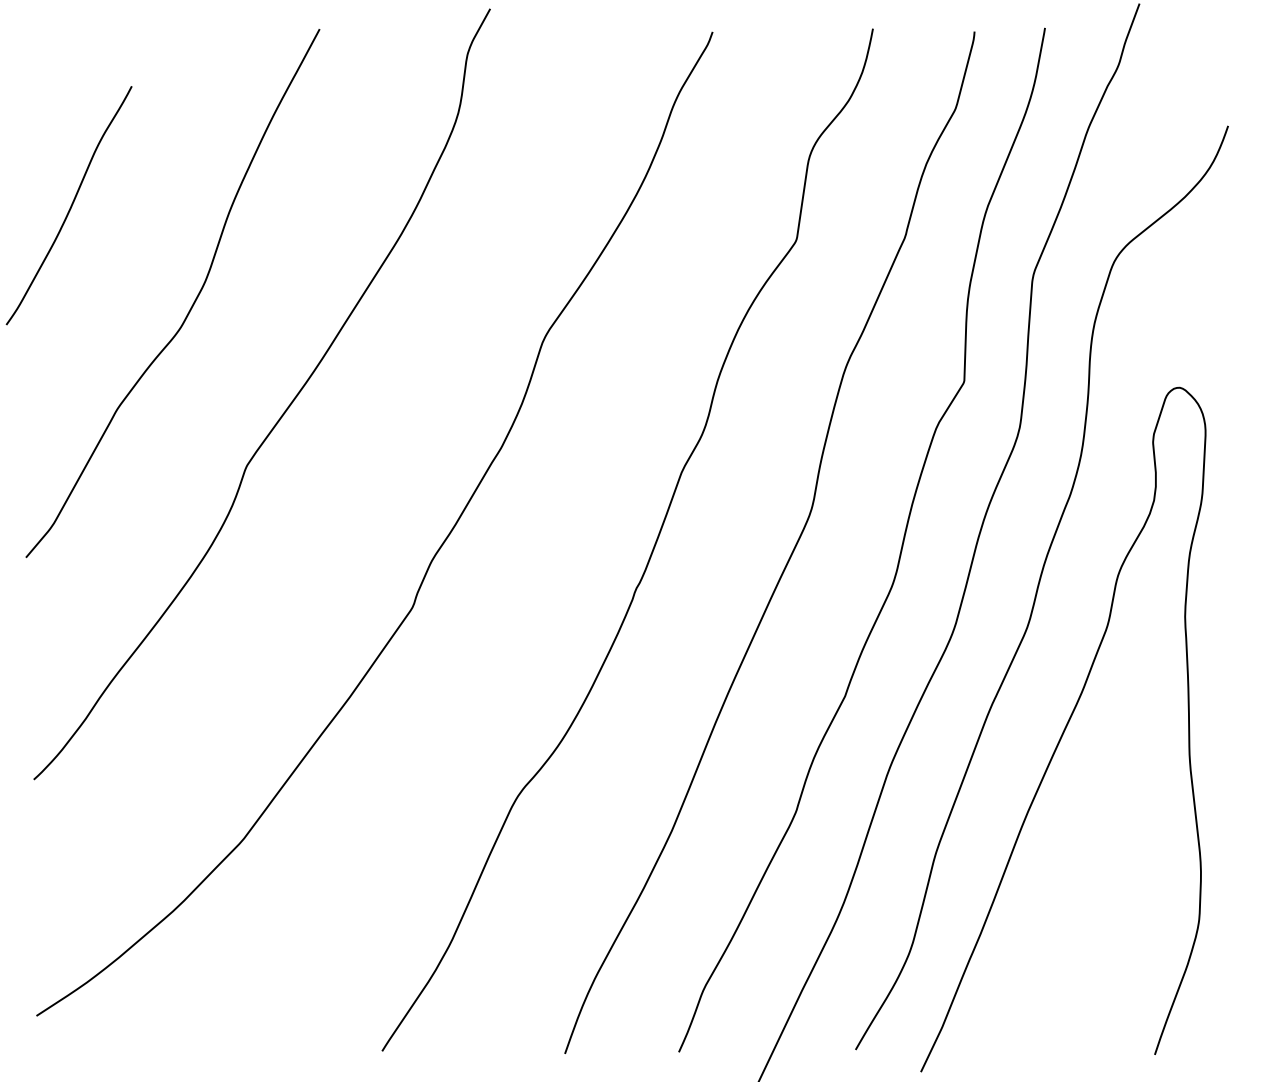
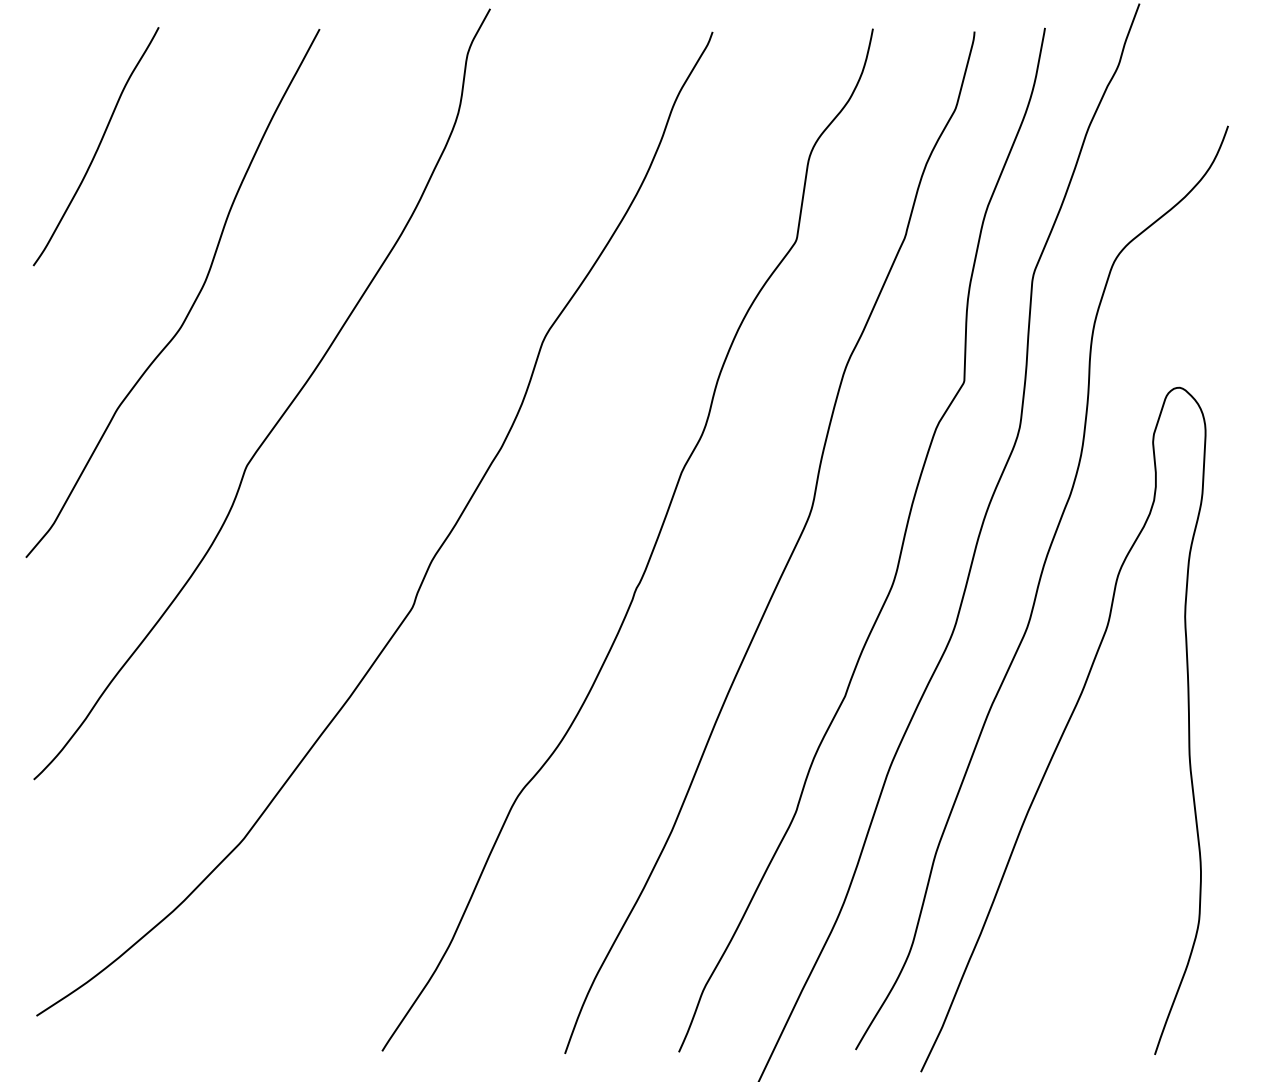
curve at (70, 205) position: (70, 205) -> (97, 146)
